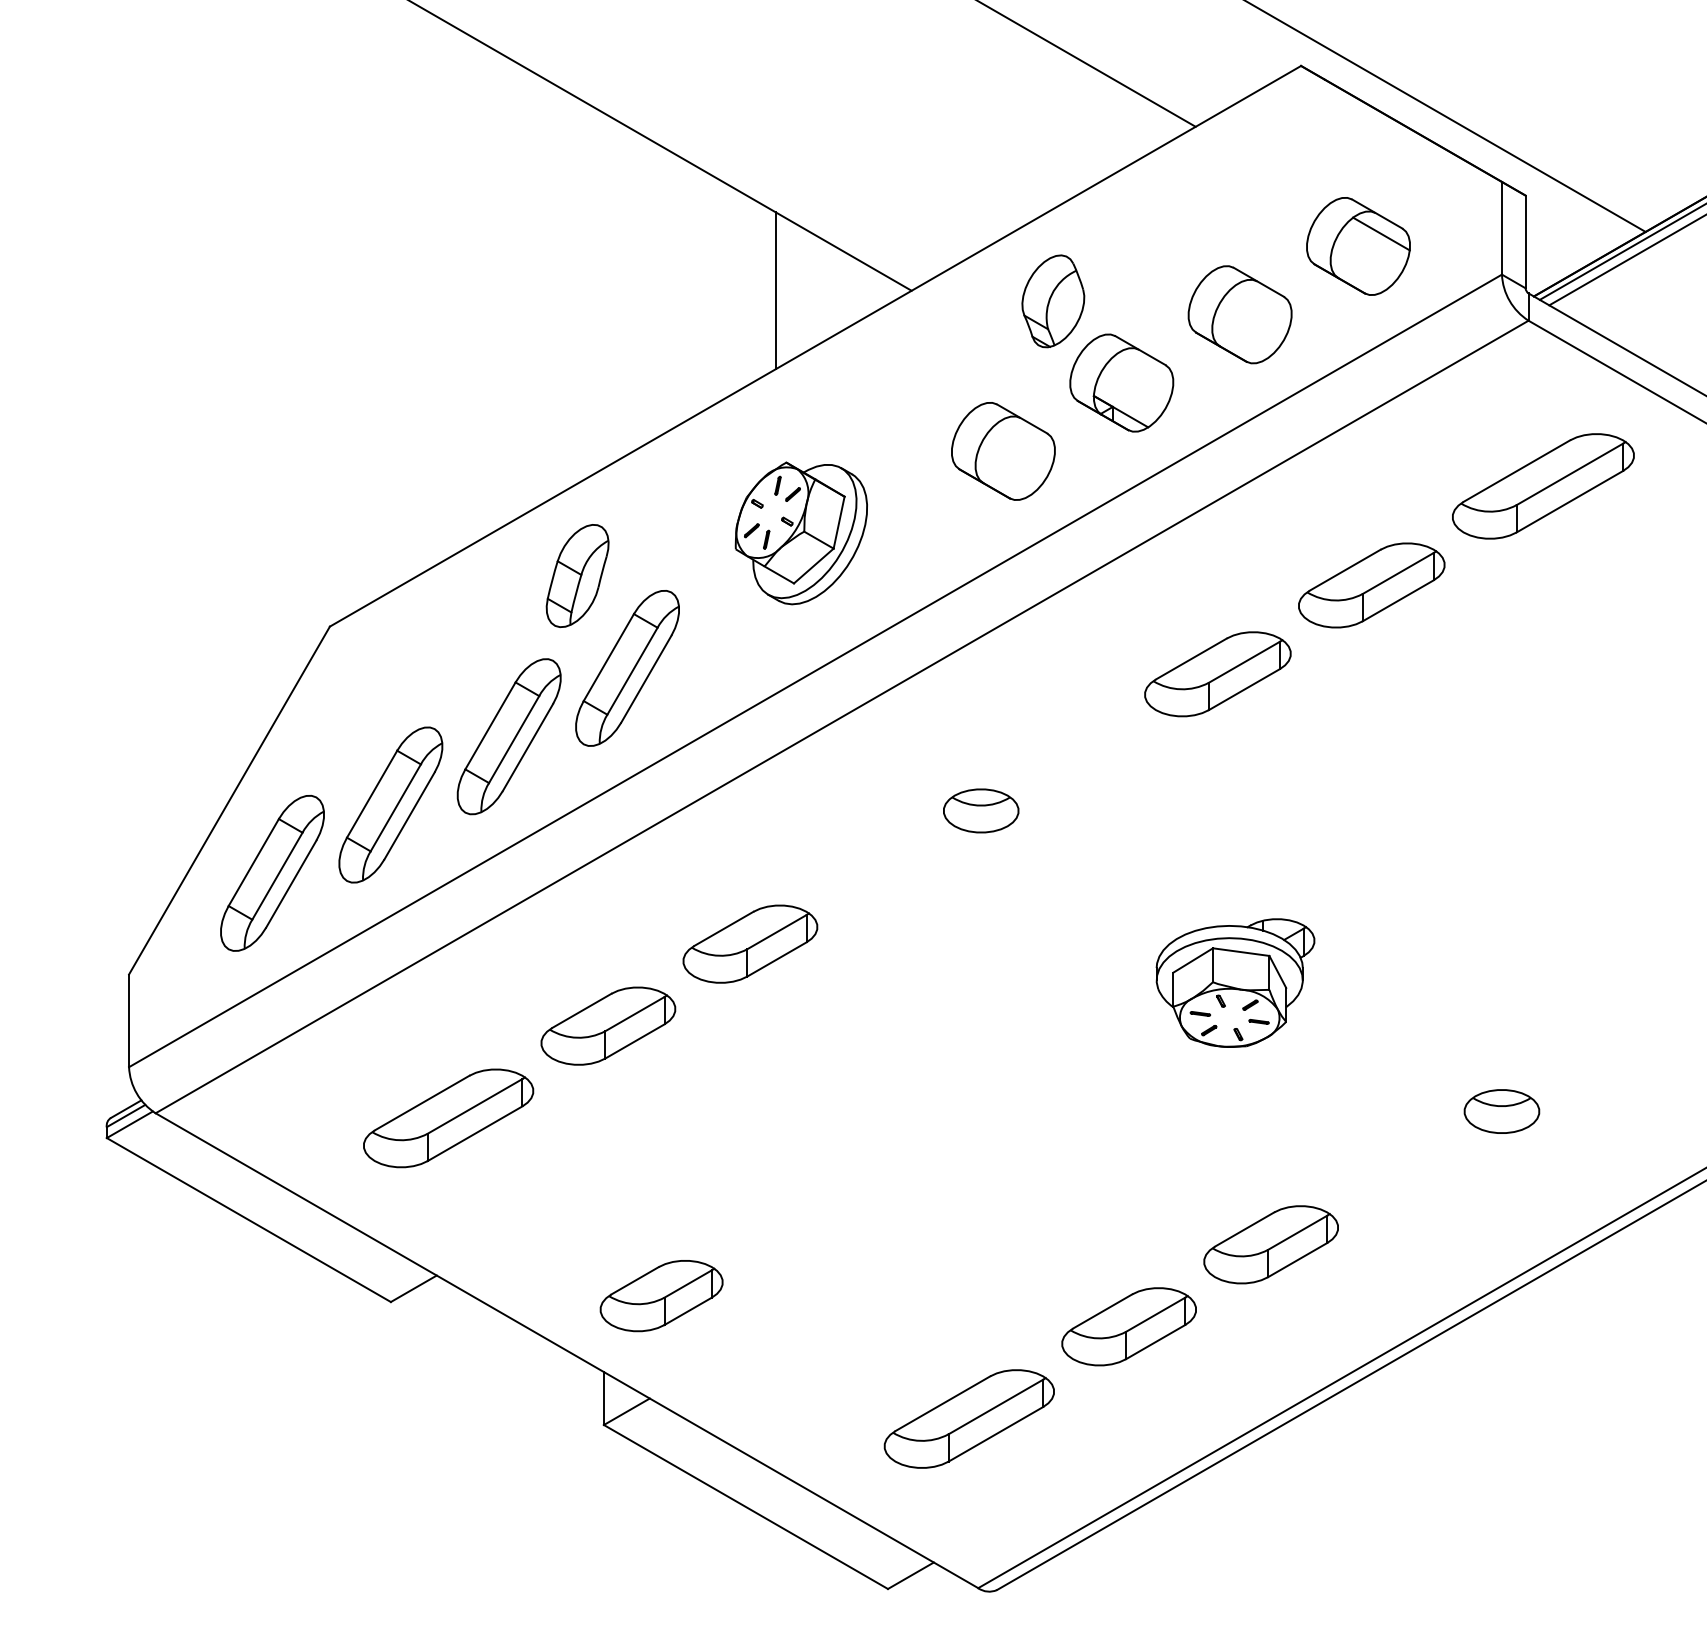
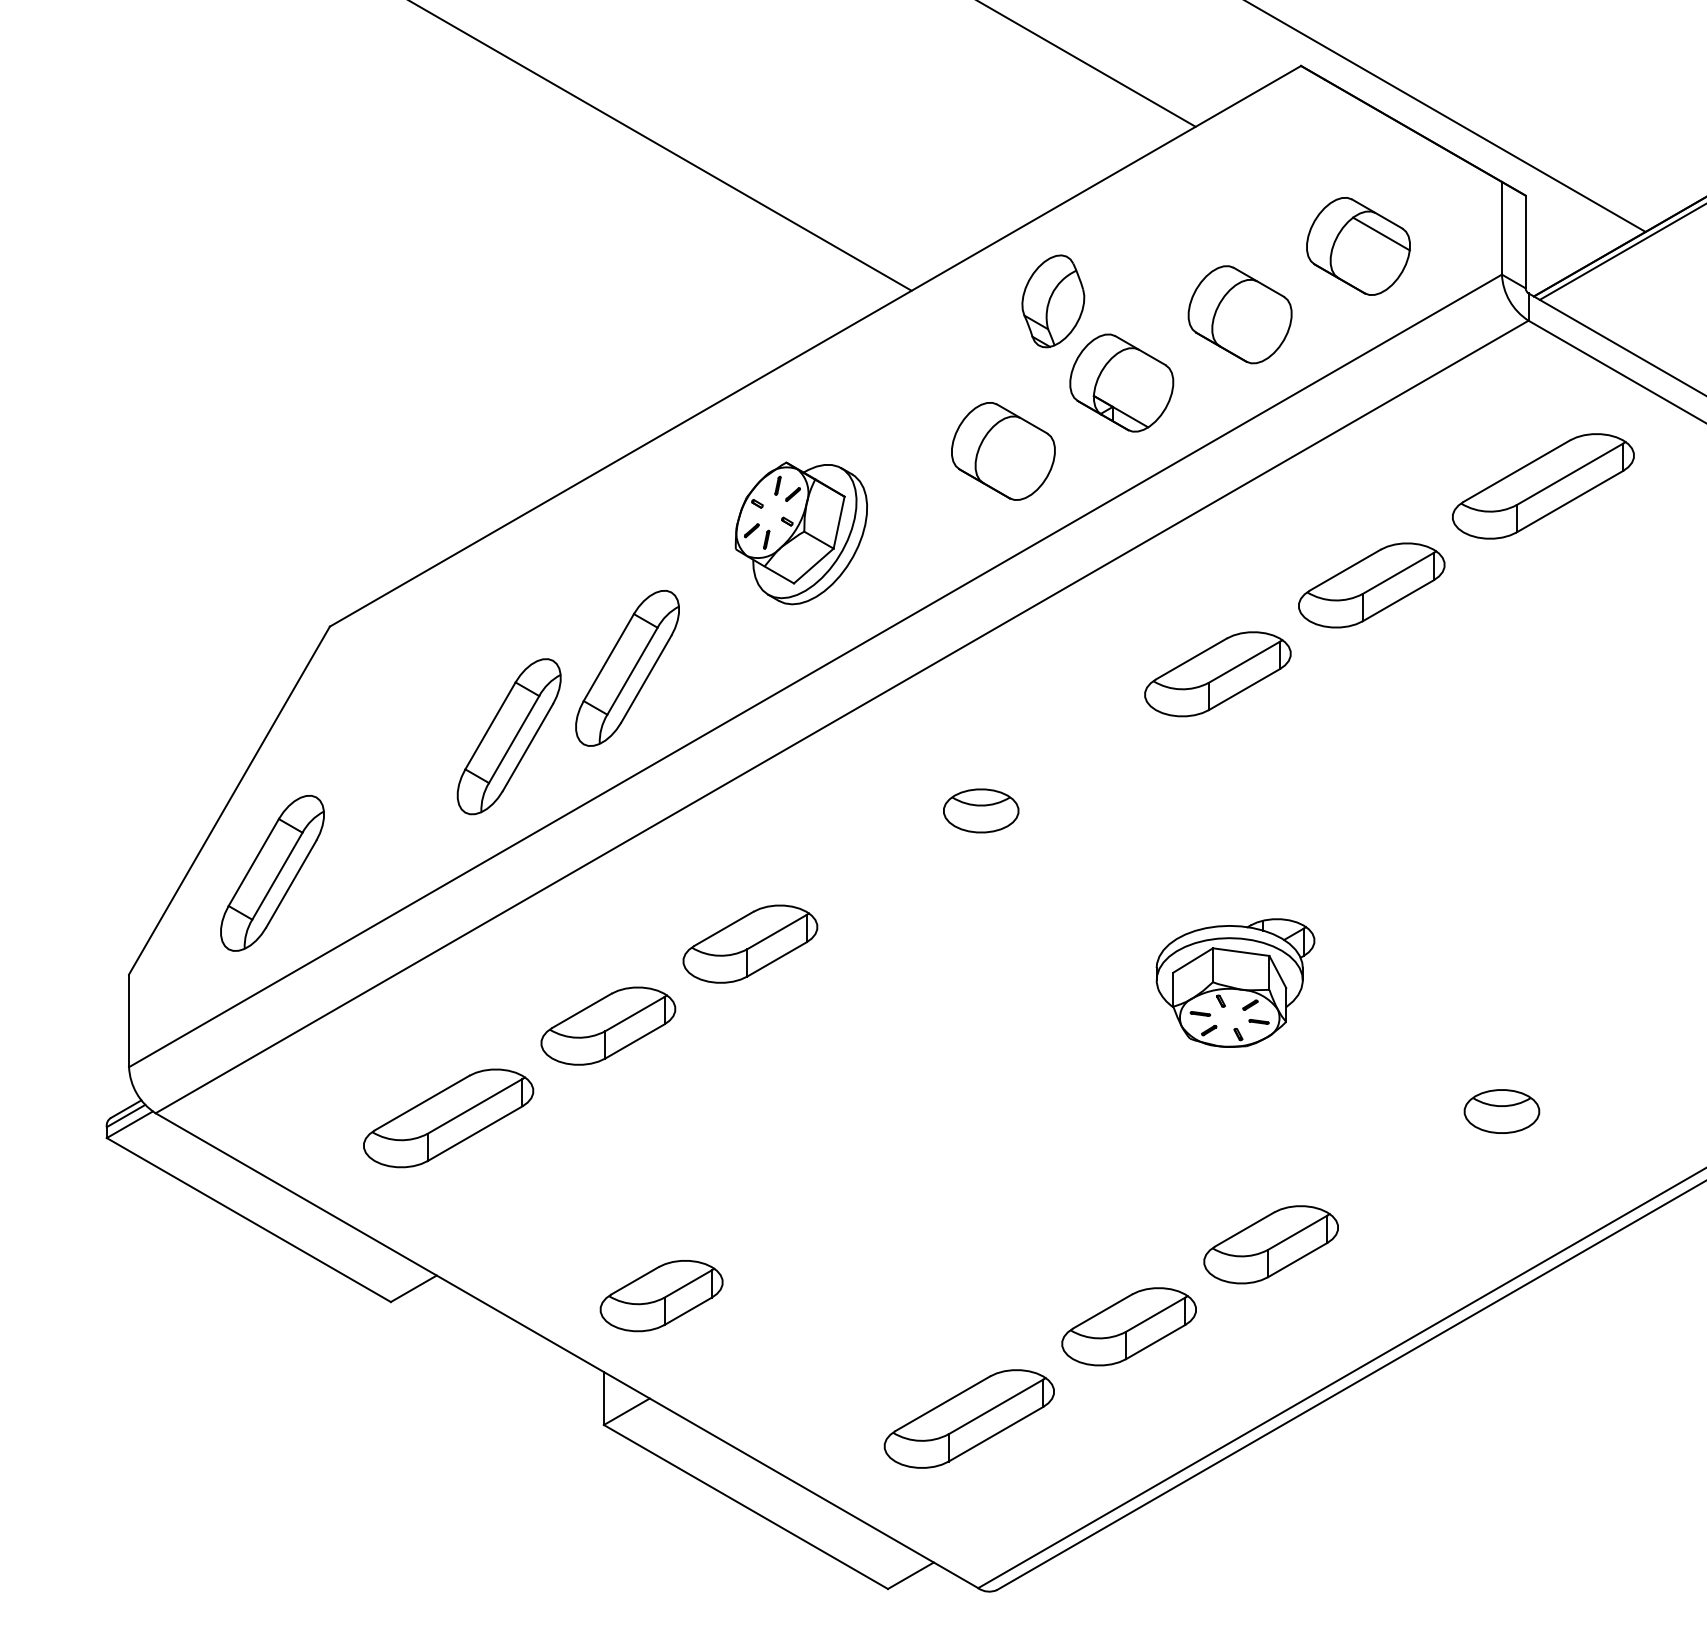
line at (1626, 260): present -> none
line at (775, 290): present -> none
part at (577, 575): present -> none
part at (390, 804): present -> none
